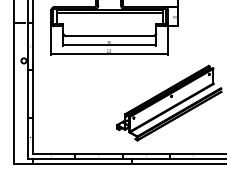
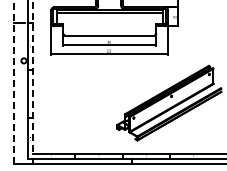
line at (32, 77): solid -> dashed
line at (13, 81): solid -> dashed
